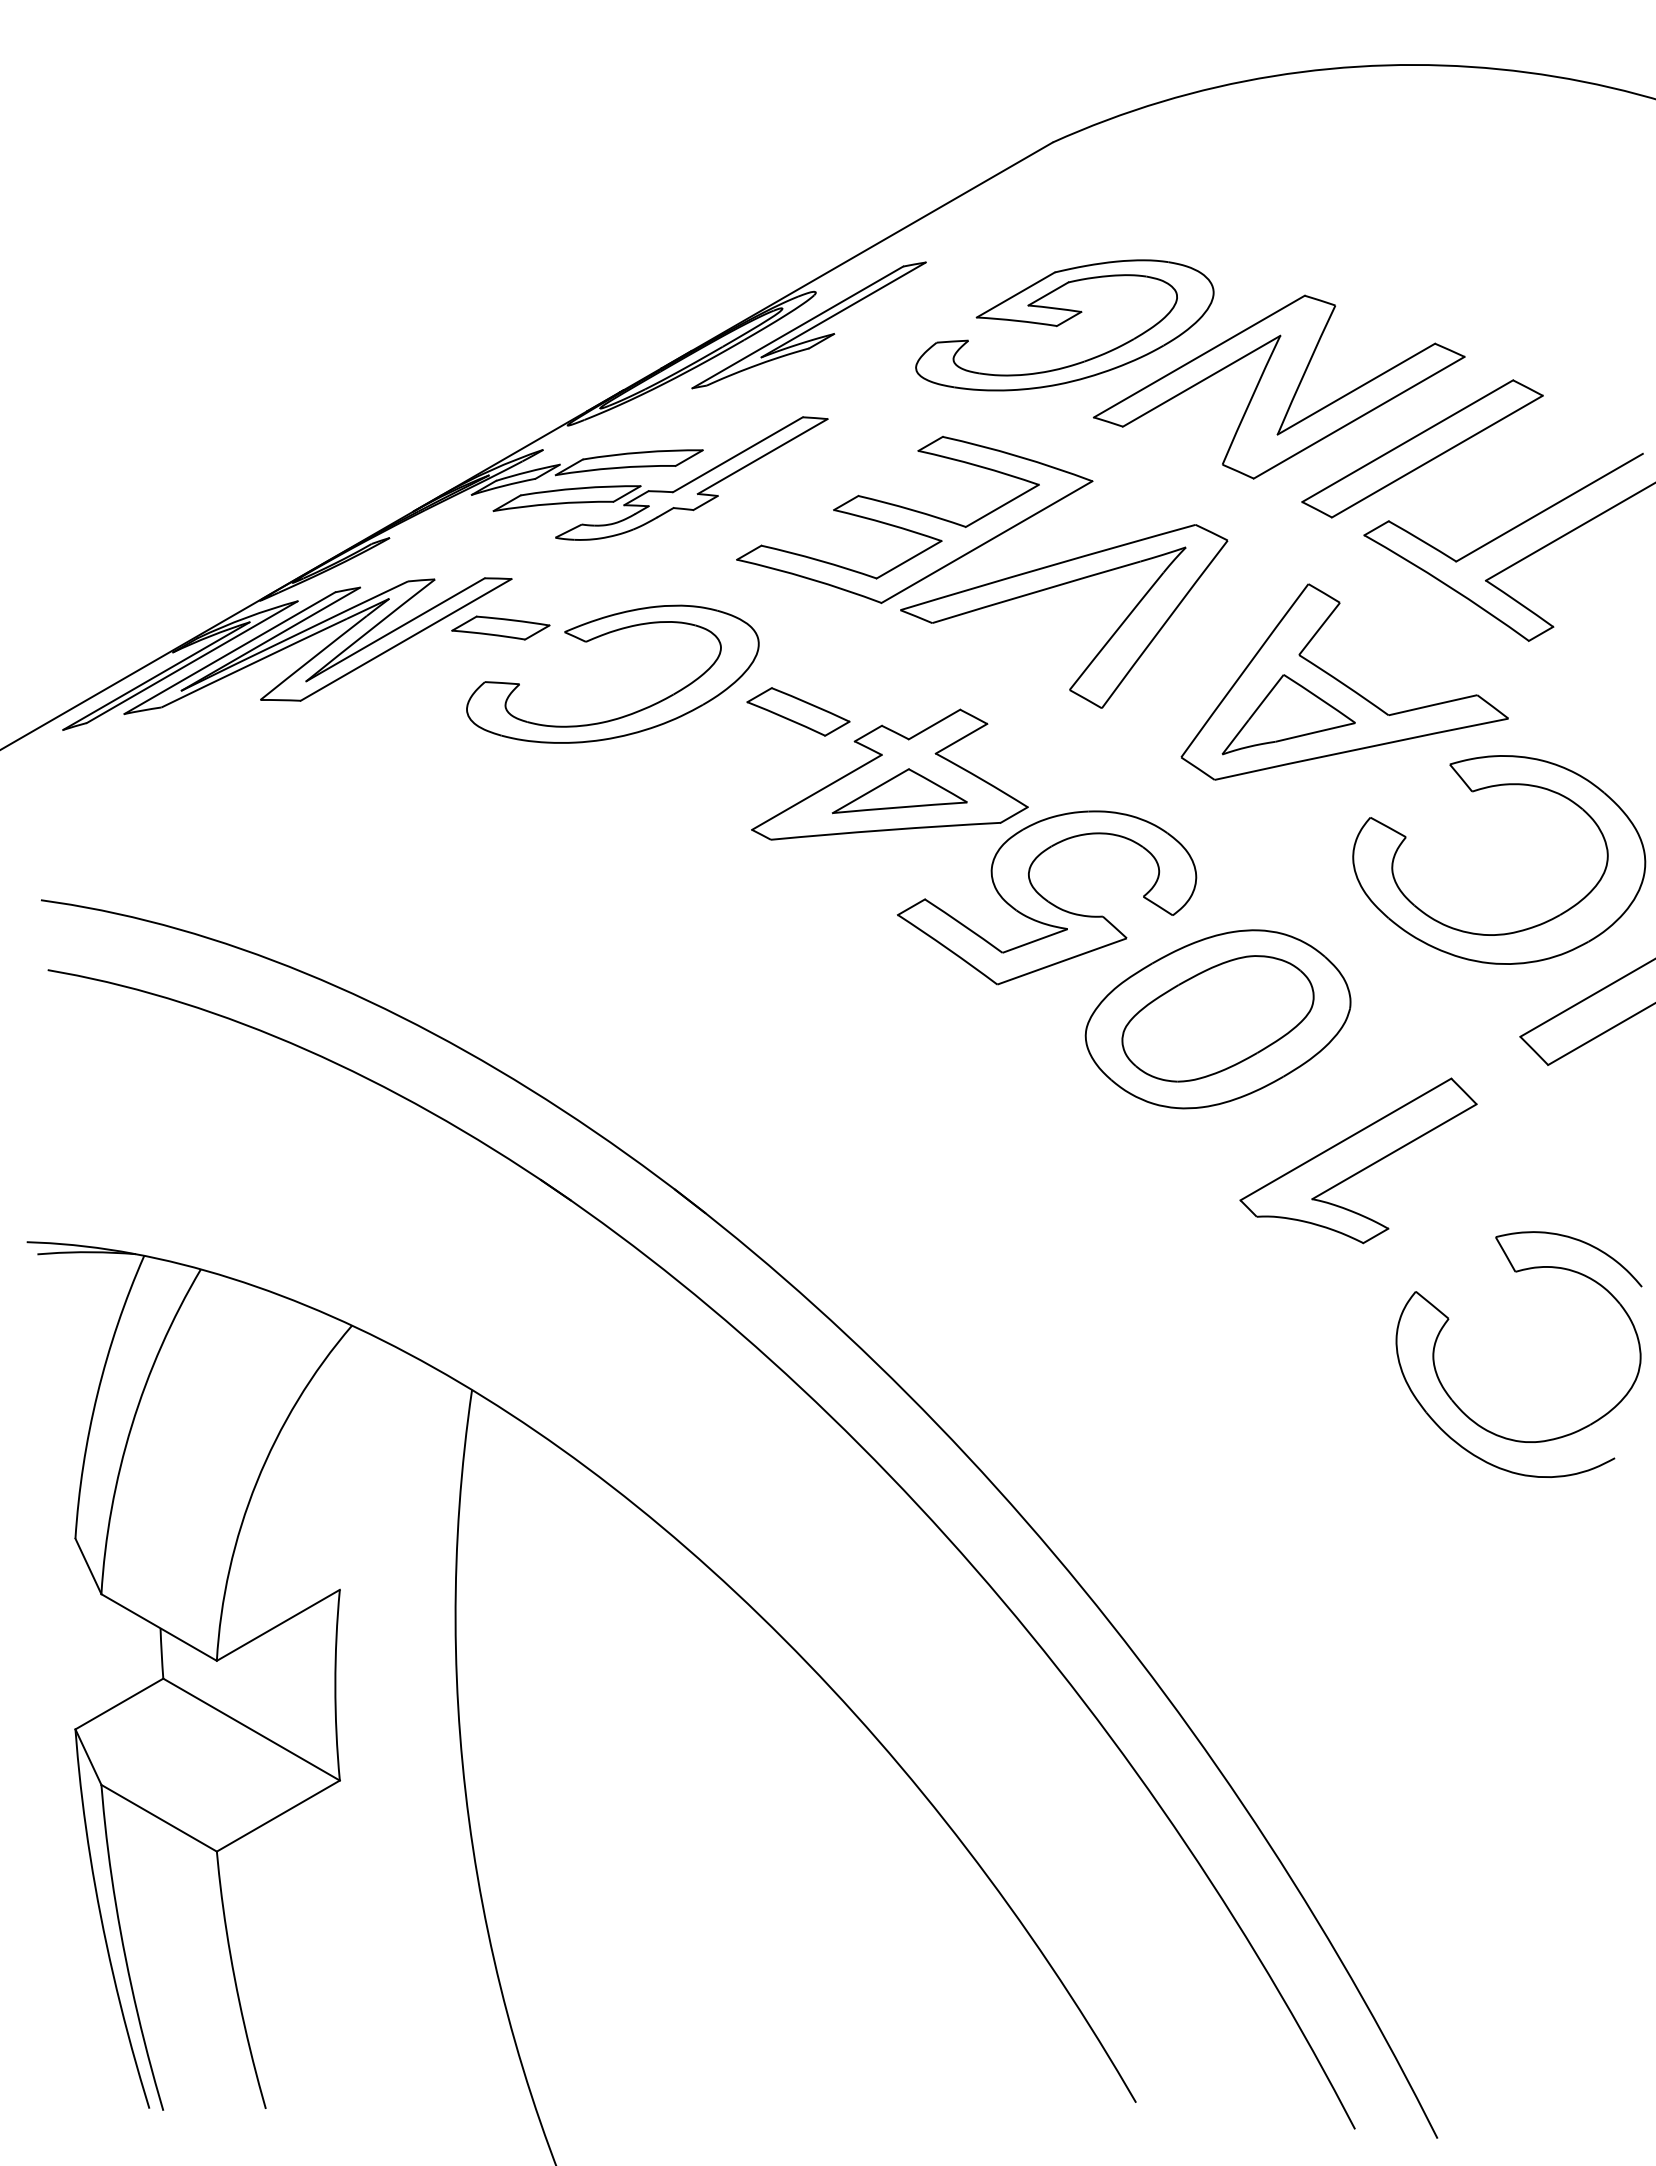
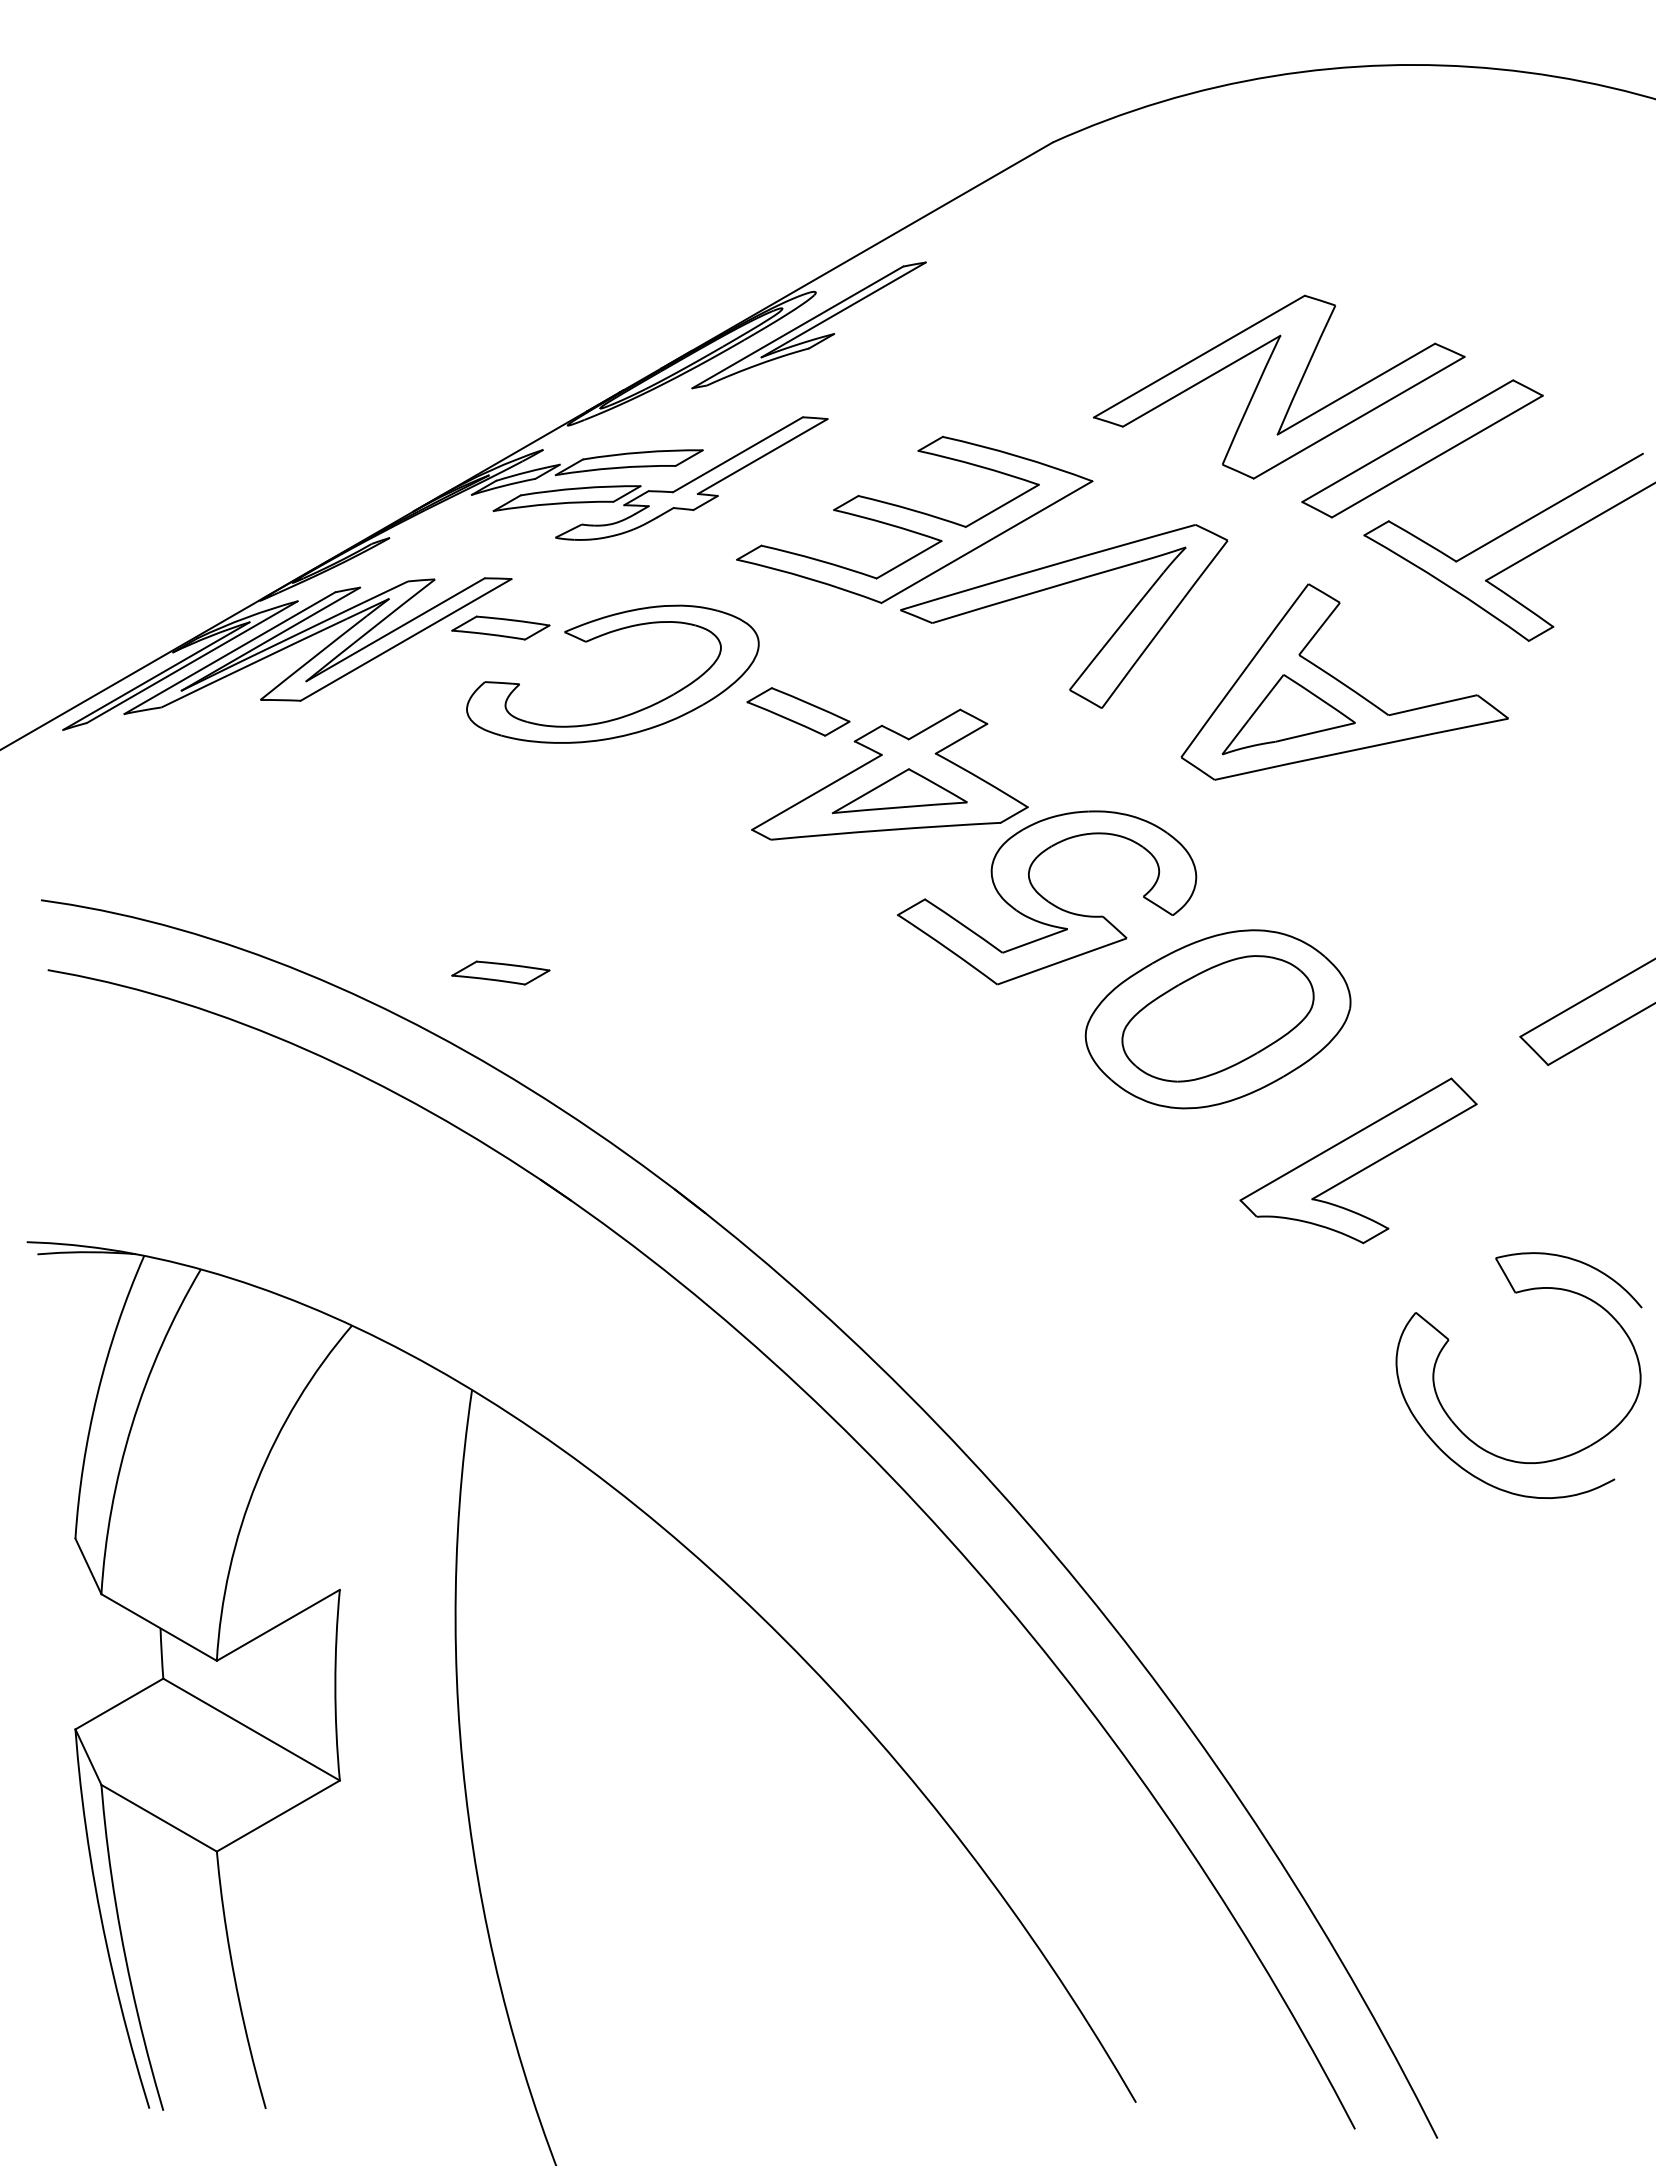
part at (1064, 325): present -> none
part at (1476, 791): present -> none
part at (500, 972): none -> present
part at (1449, 1319) position: (1449, 1319) -> (1449, 1340)
